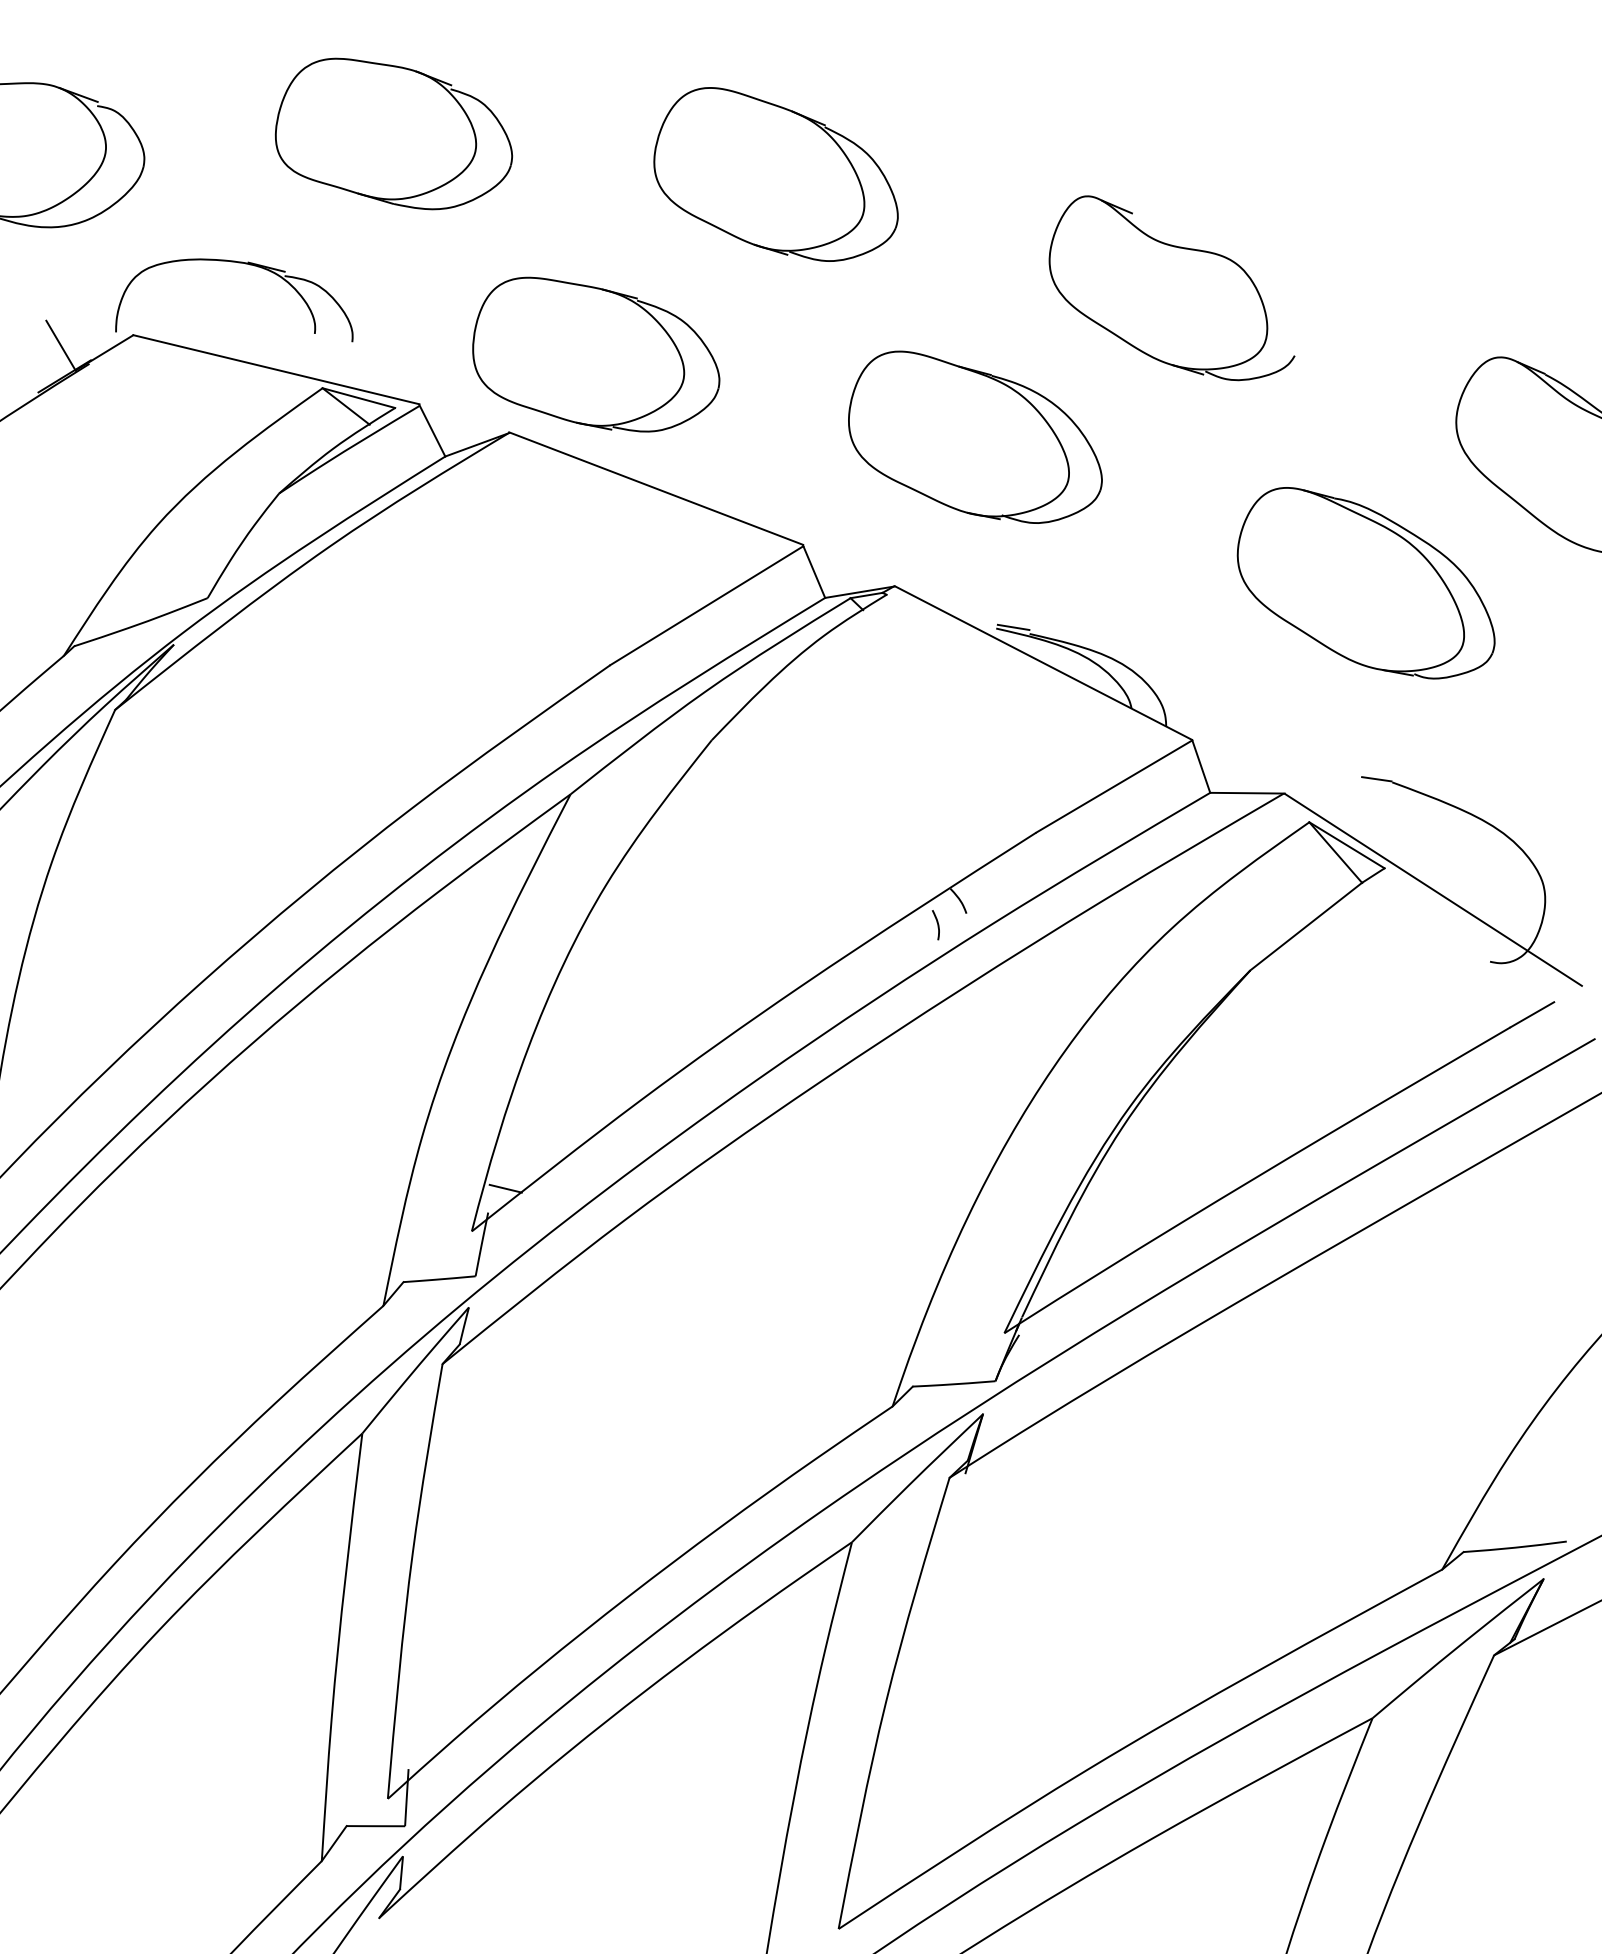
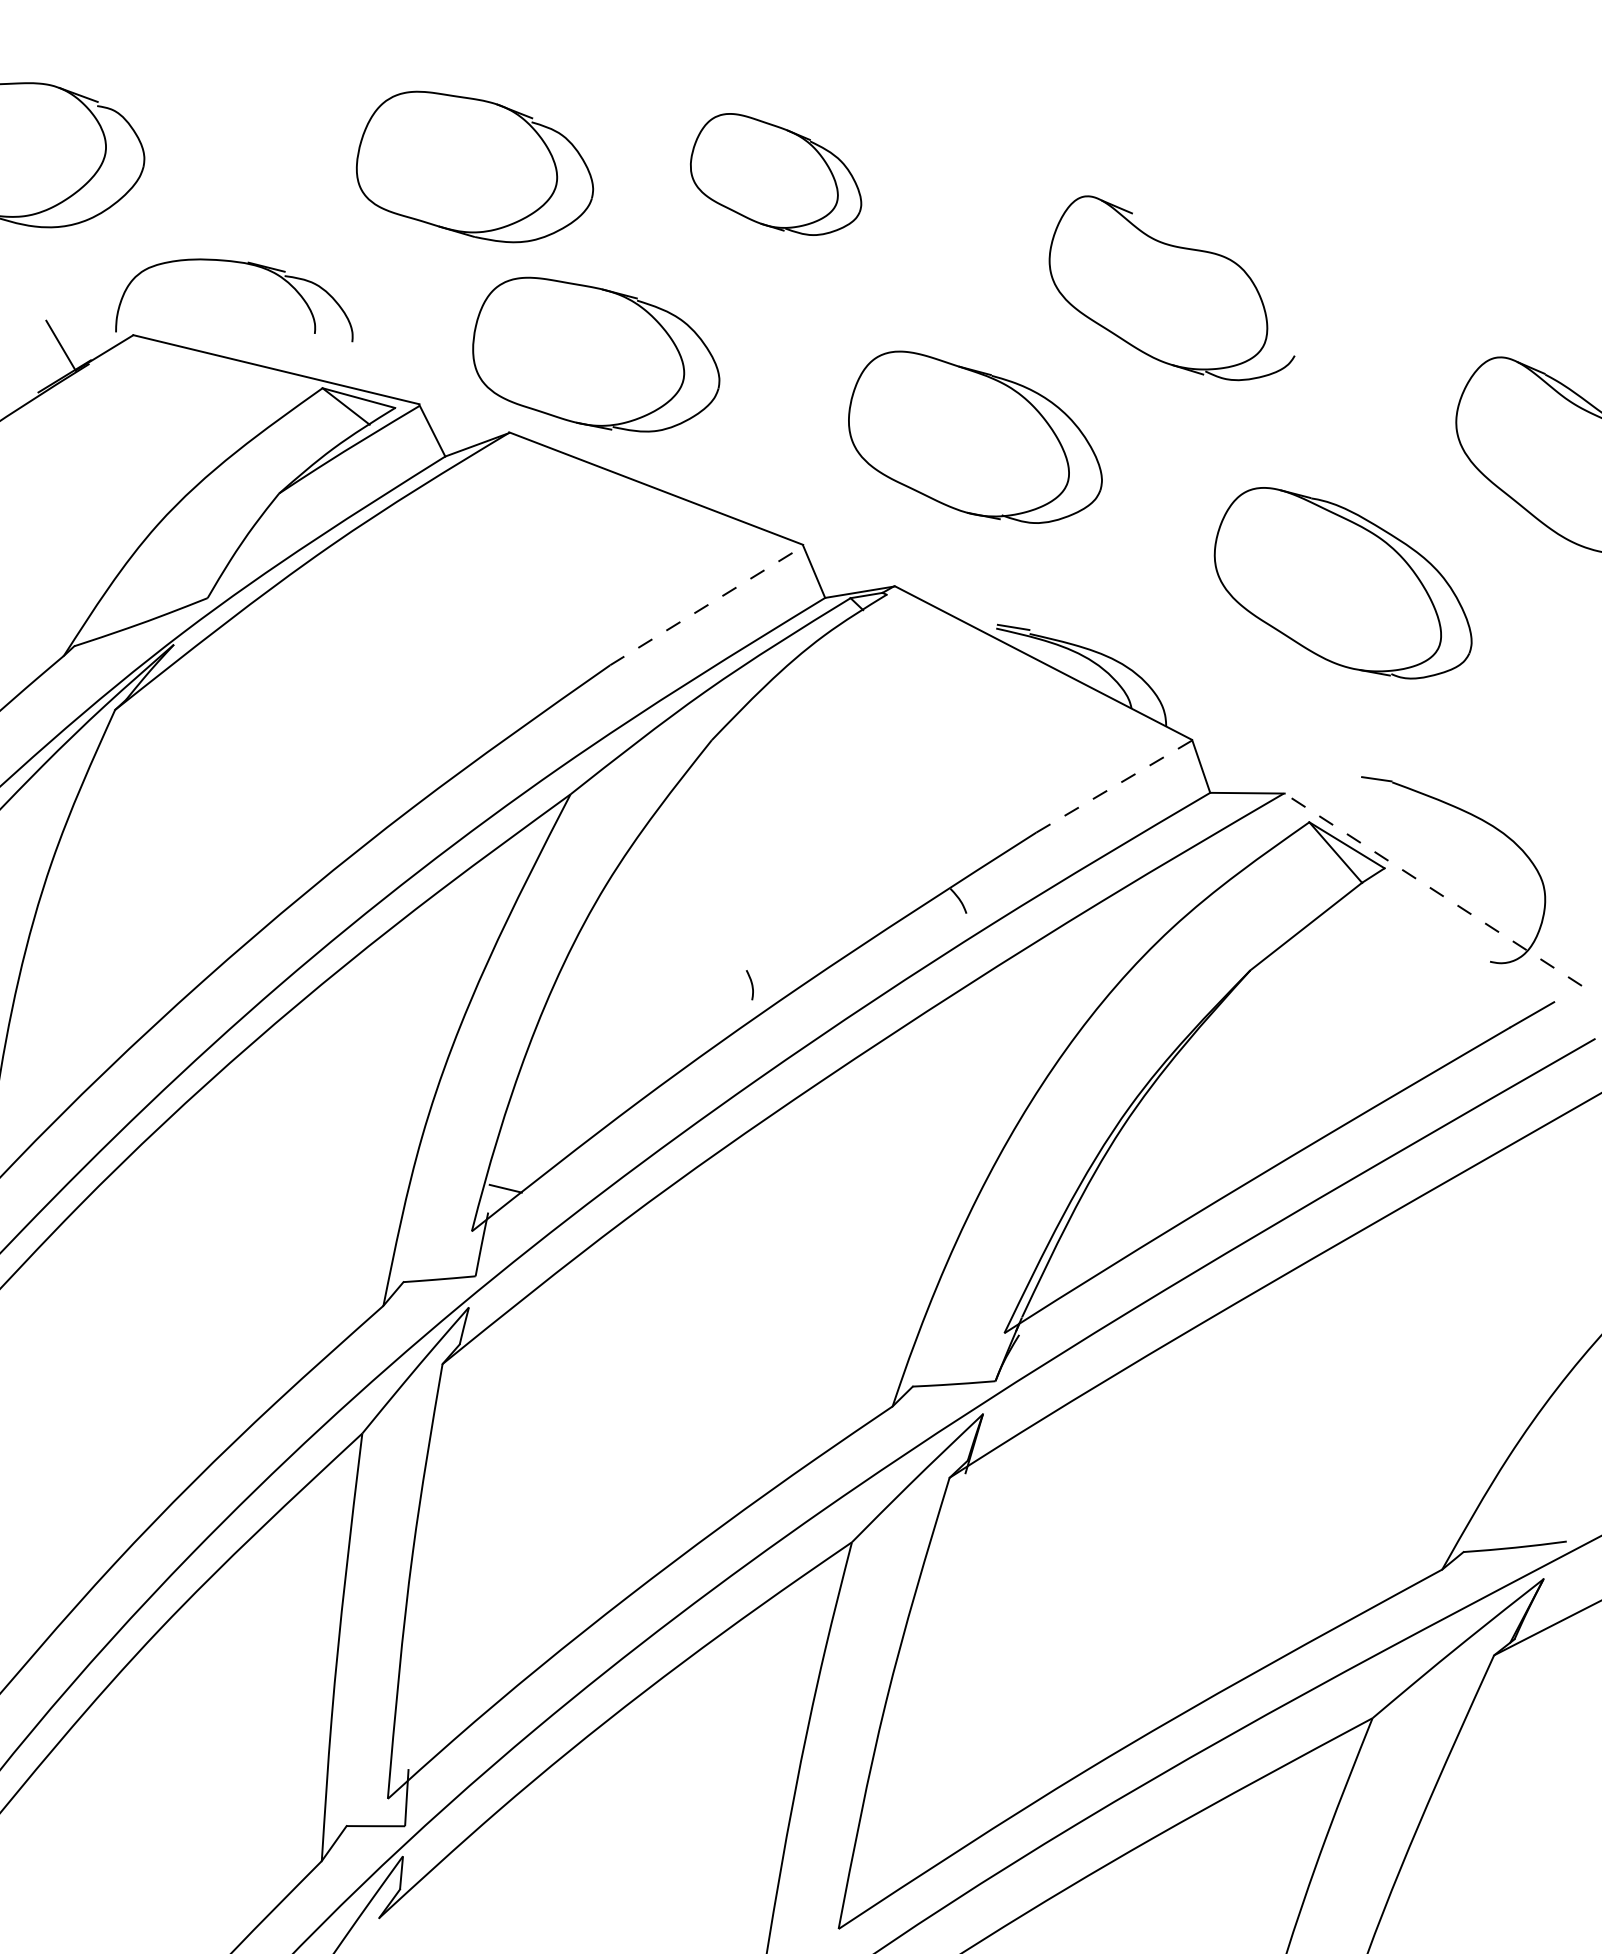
part at (393, 133) position: (393, 133) -> (474, 166)
part at (775, 174) size: 246x175 px -> 173x123 px
part at (1365, 583) position: (1365, 583) -> (1342, 583)
line at (707, 605): solid -> dashed
line at (1114, 786): solid -> dashed
line at (1433, 889): solid -> dashed
curve at (937, 925) position: (937, 925) -> (751, 985)
